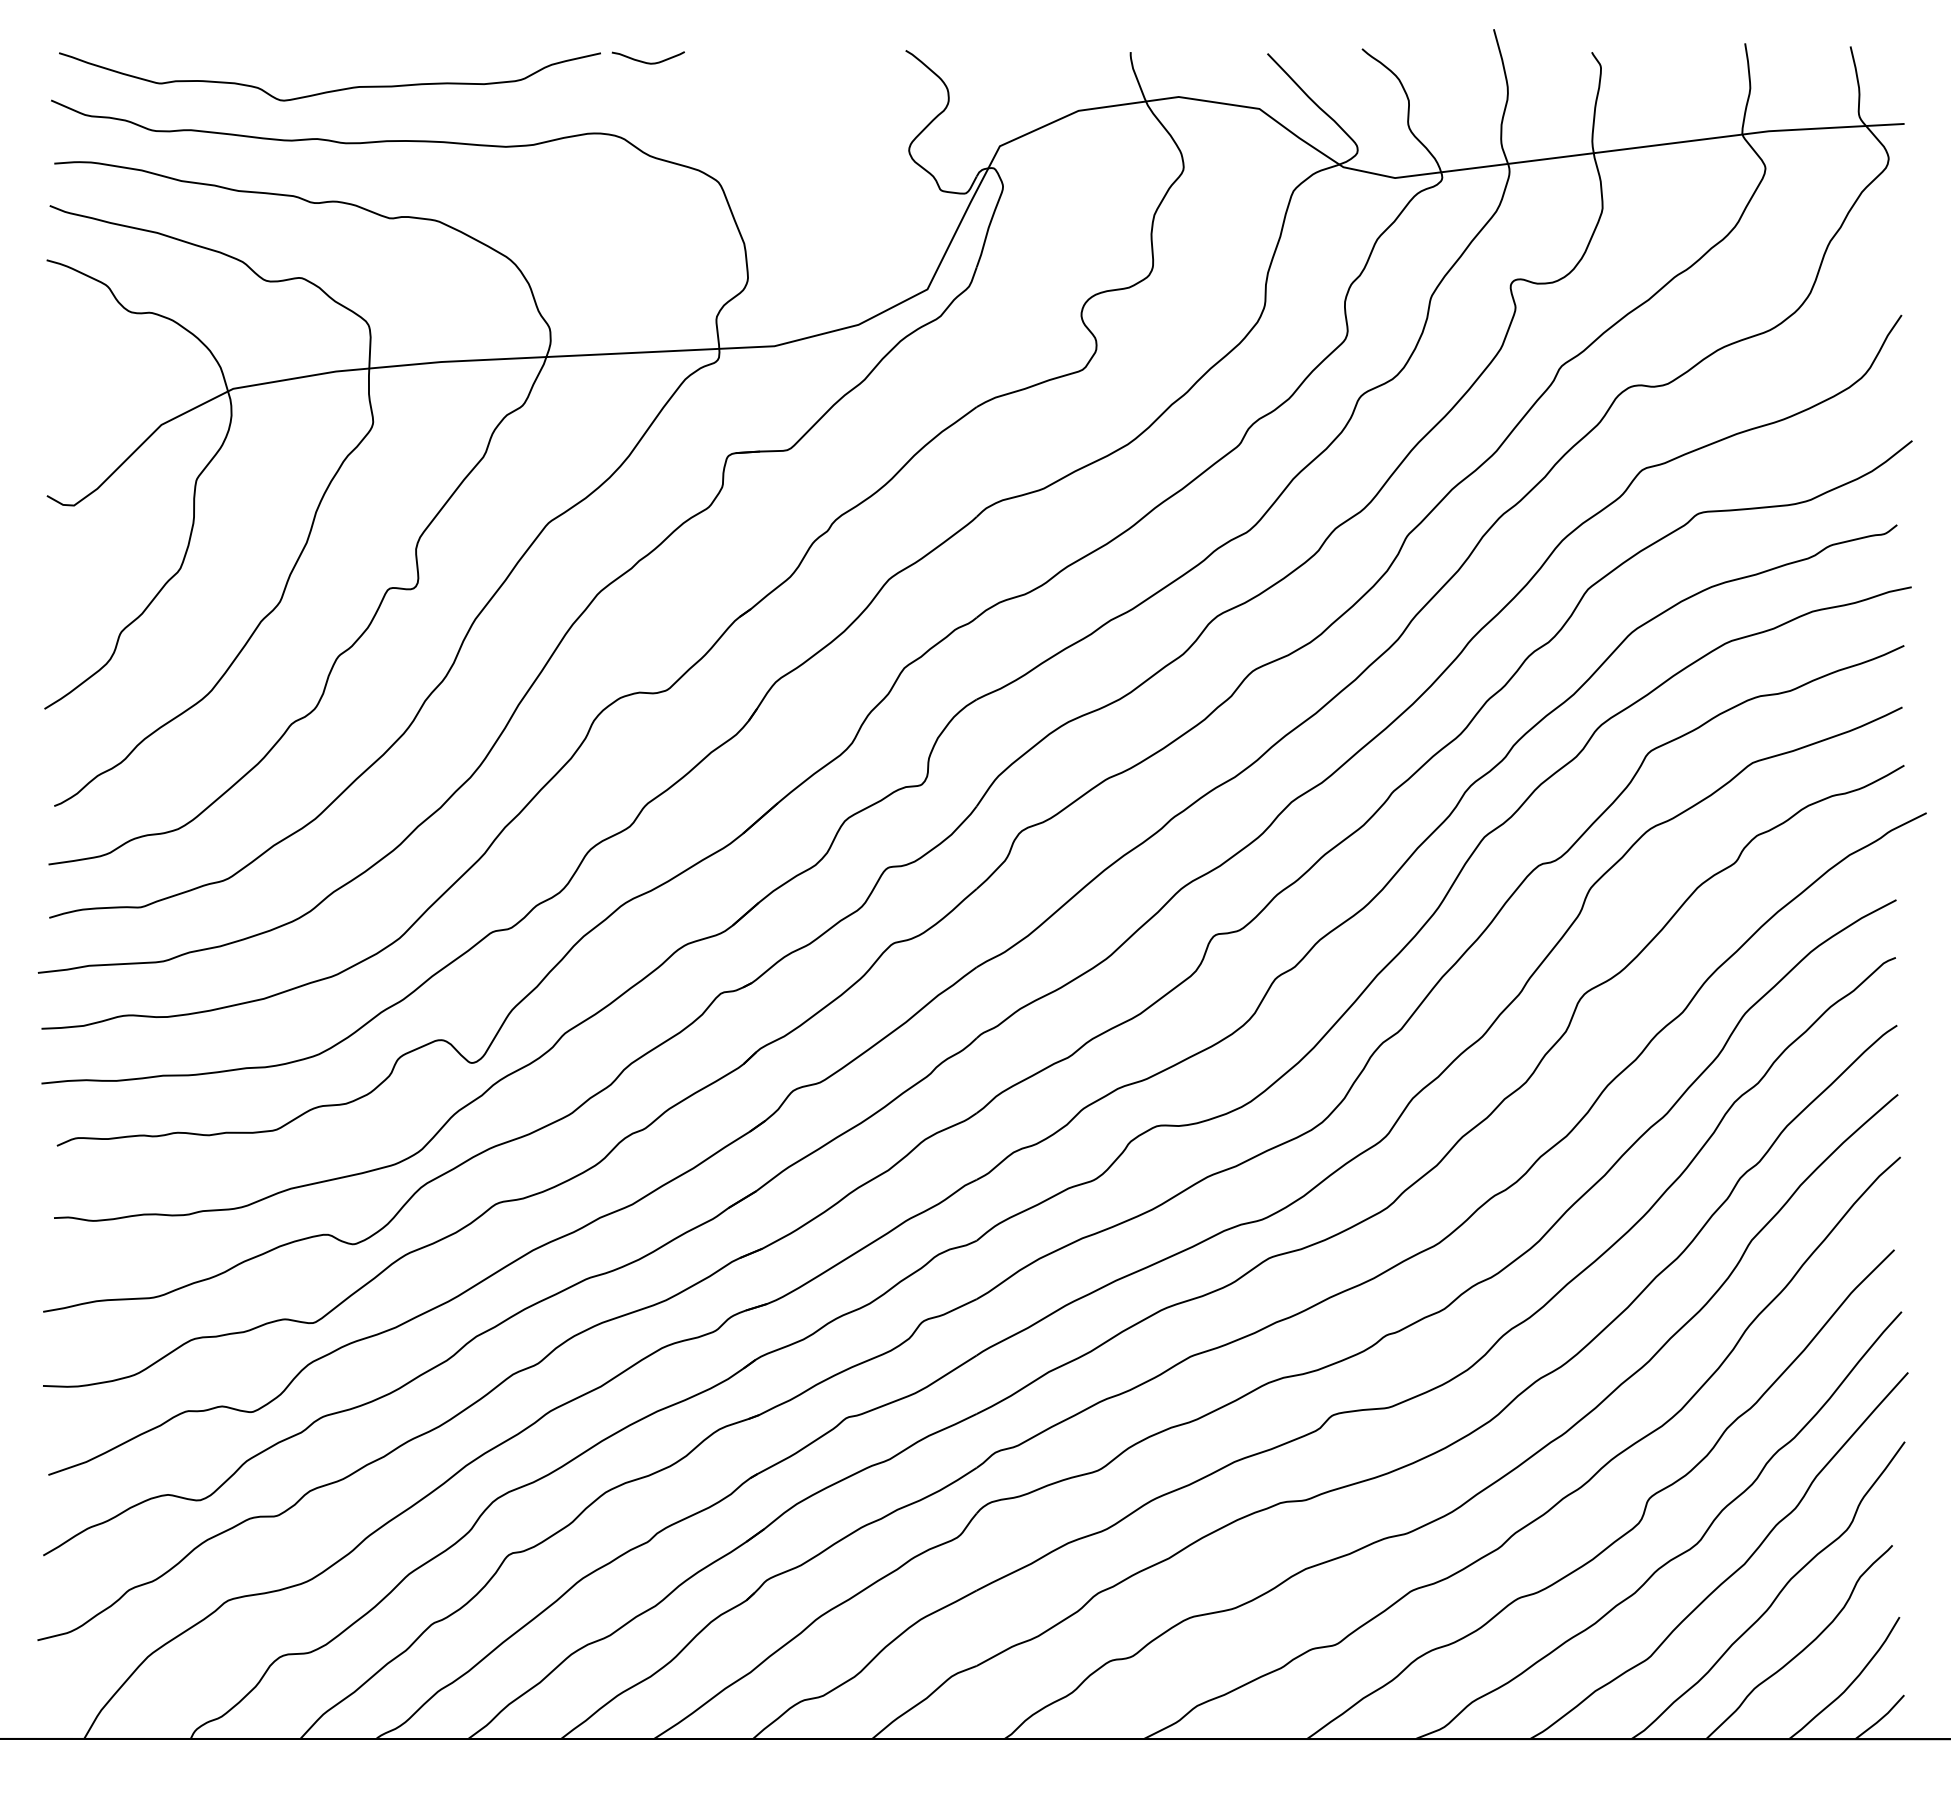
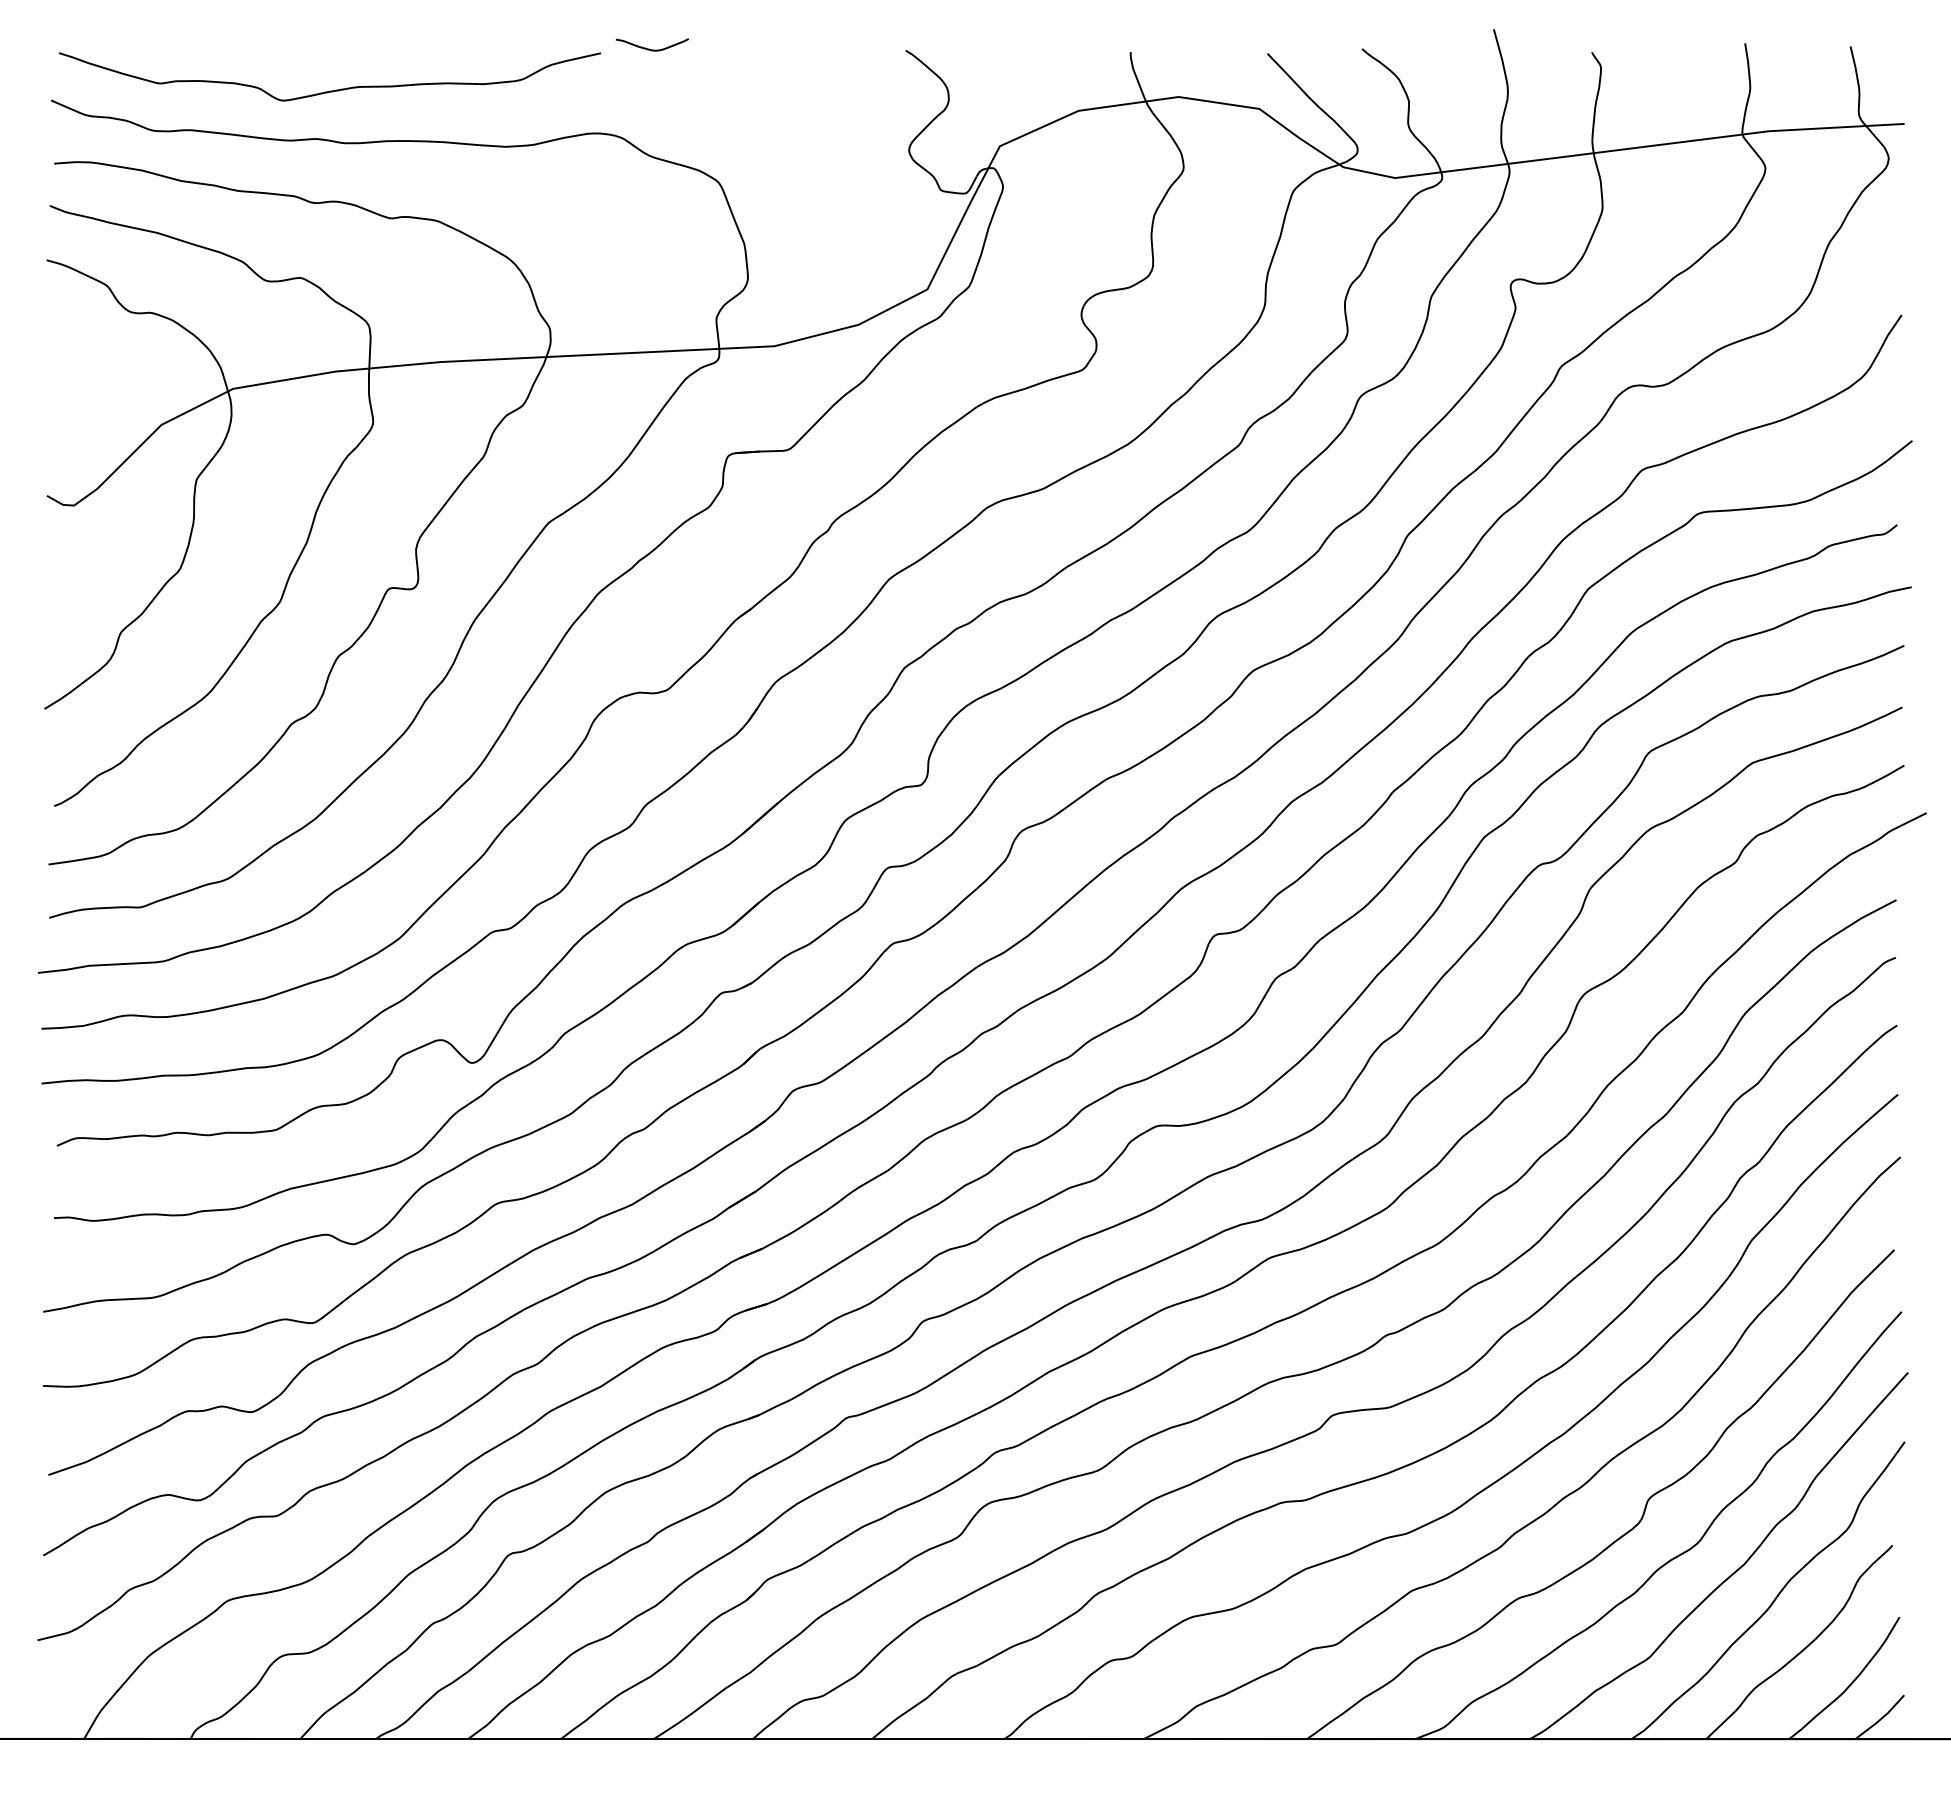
curve at (645, 61) position: (645, 61) -> (649, 48)
